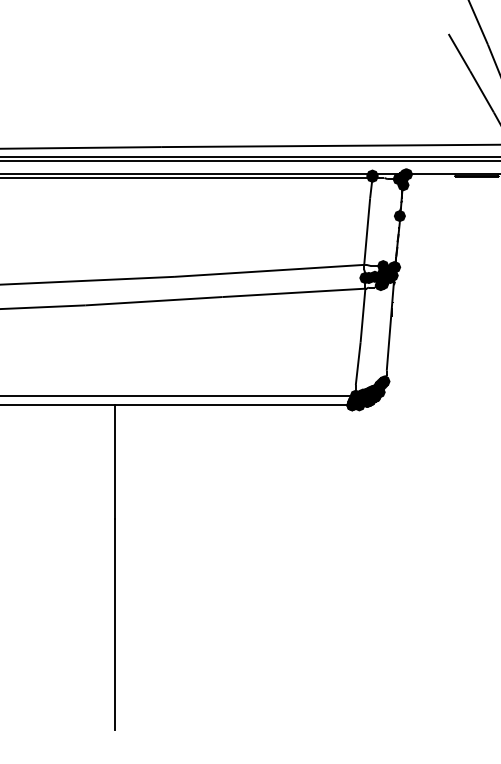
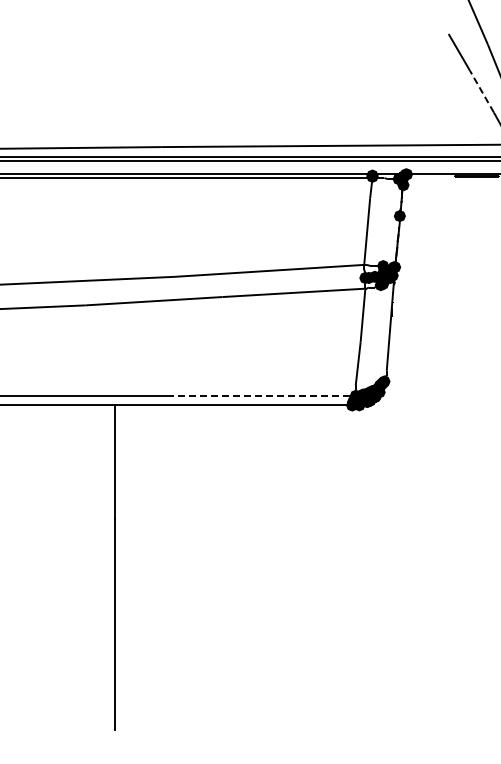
line at (481, 91): solid -> dashed
line at (261, 395): solid -> dashed
